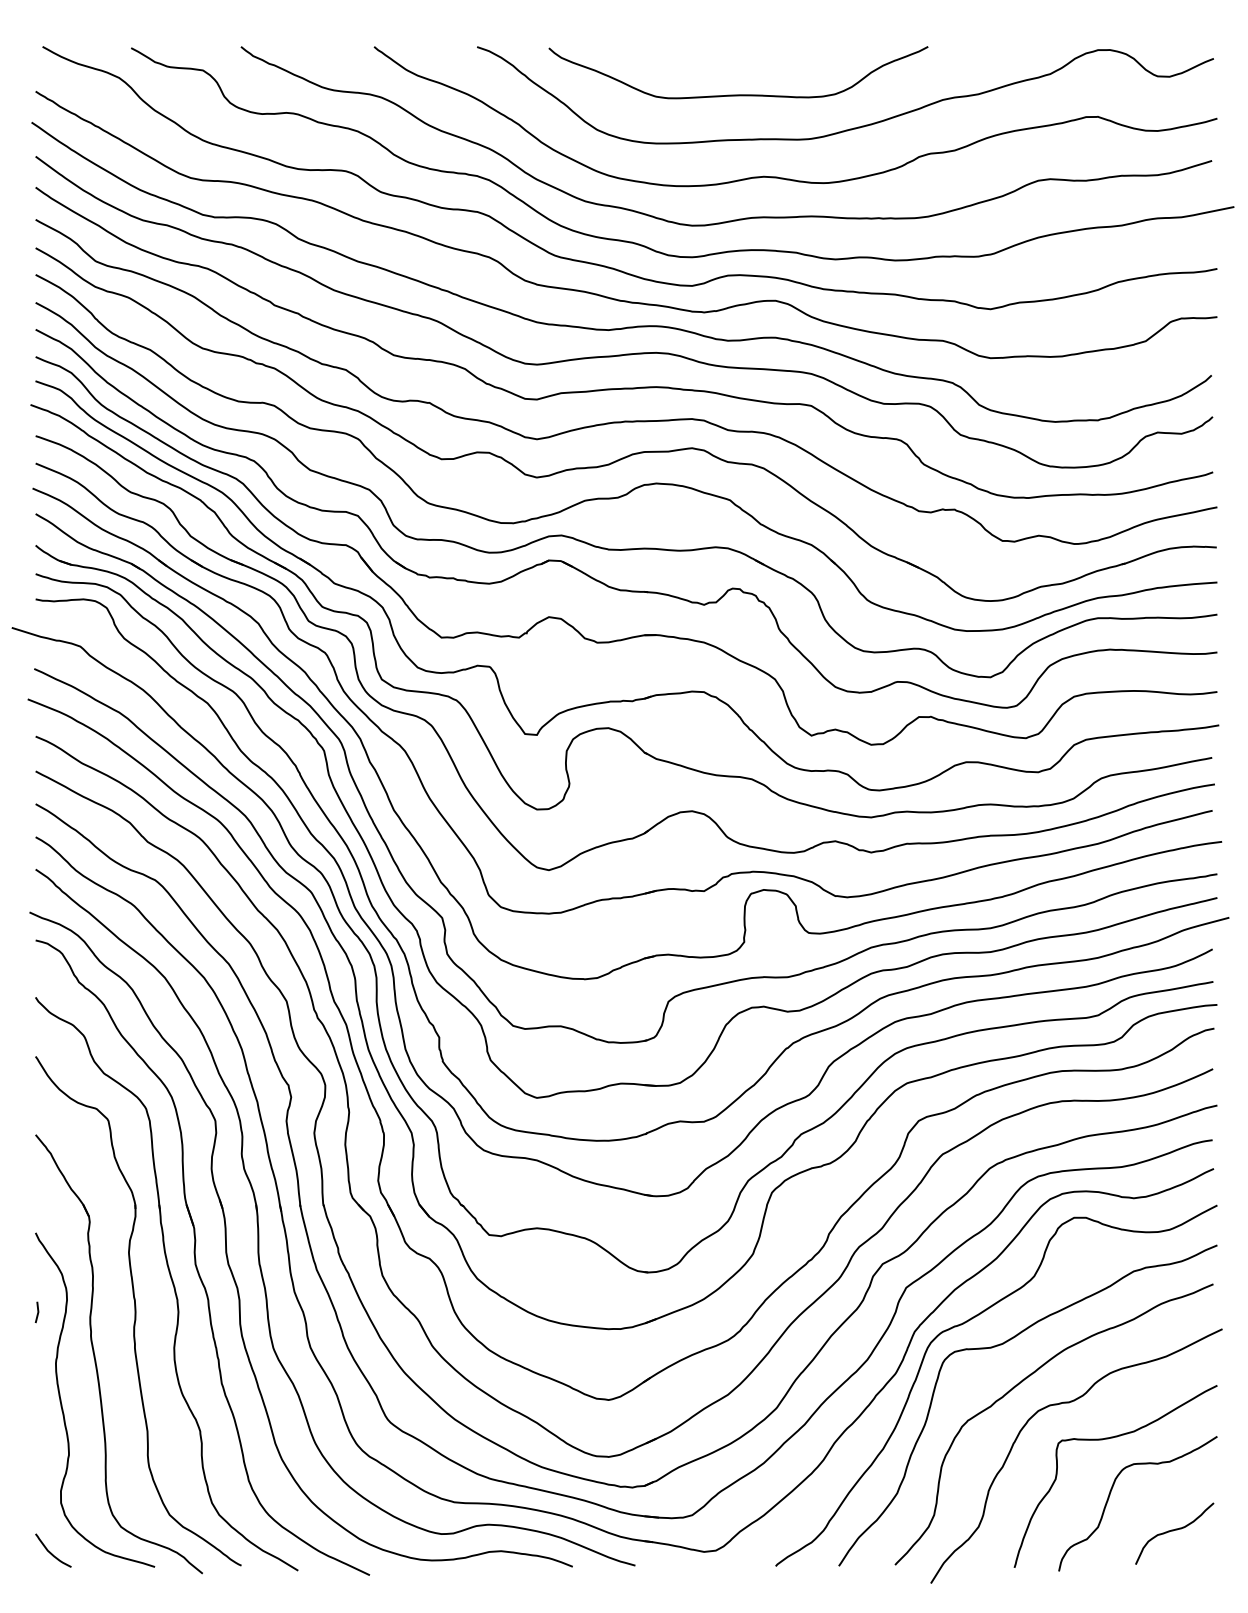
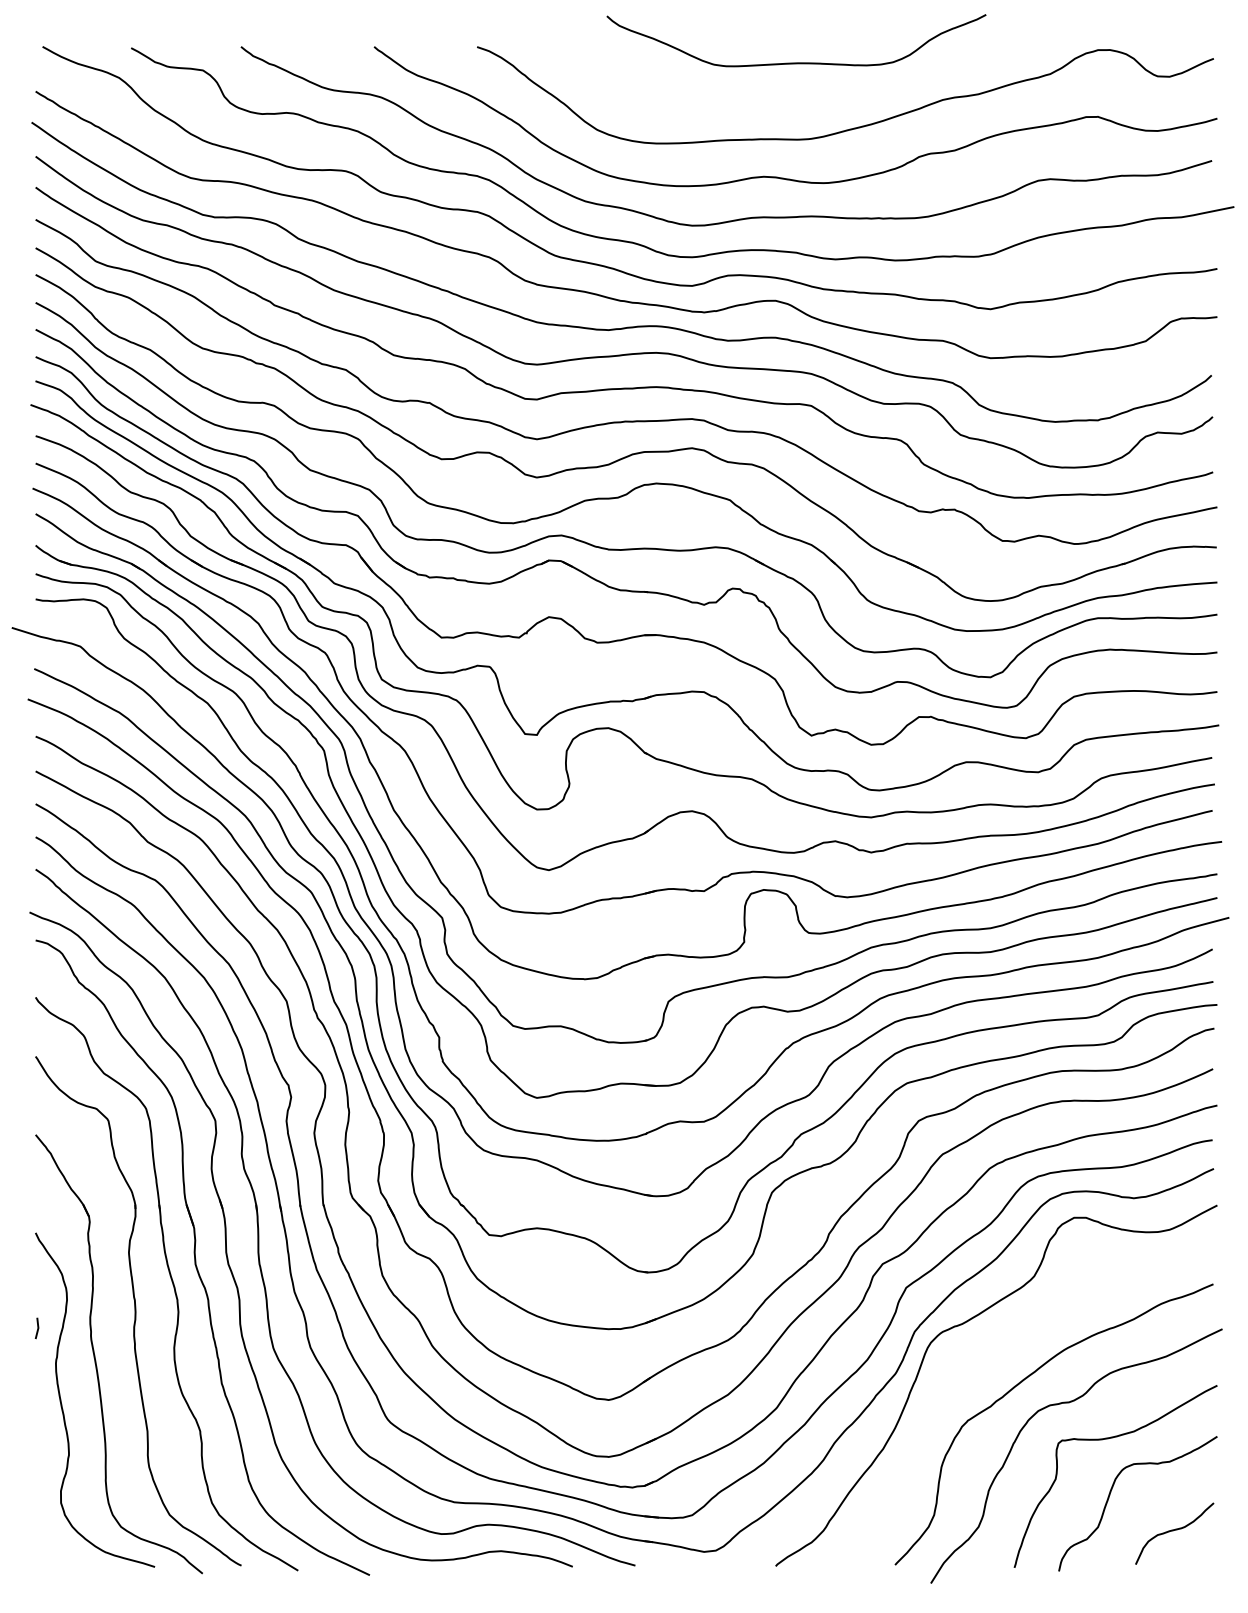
curve at (738, 94) position: (738, 94) -> (796, 62)
line at (37, 1312) position: (37, 1312) -> (37, 1328)
curve at (1001, 1345): present -> none
curve at (51, 1552): present -> none
